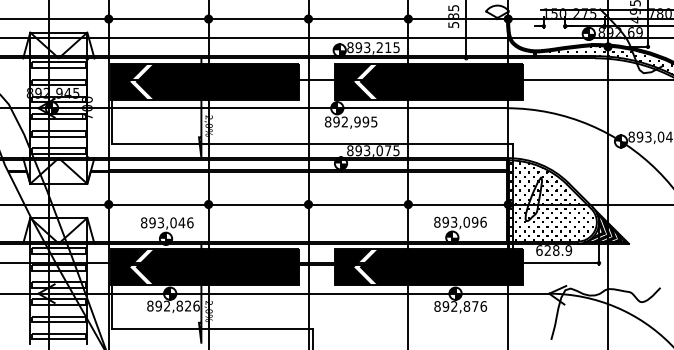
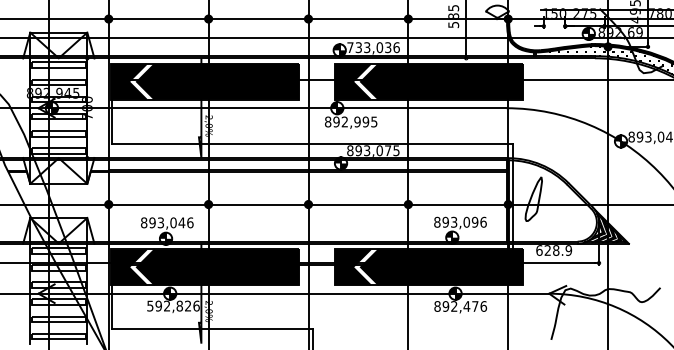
text at (373, 47): 893,215 -> 733,036
hatch at (553, 201): present -> none
text at (150, 305): 892,826 -> 592,826
text at (466, 306): 892,876 -> 892,476
